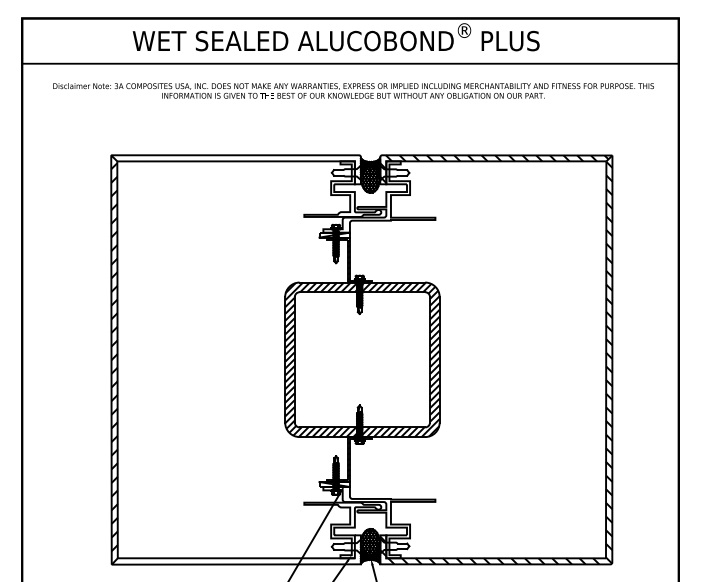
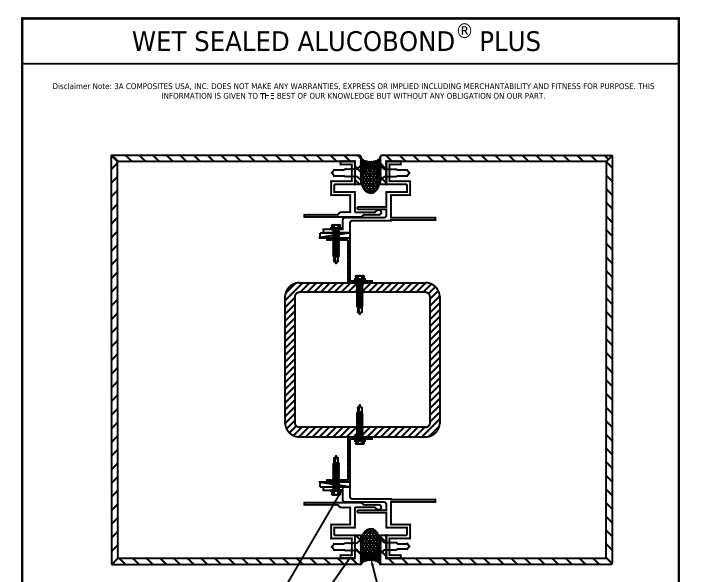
hatch at (236, 169): none -> present
hatch at (235, 549): none -> present
